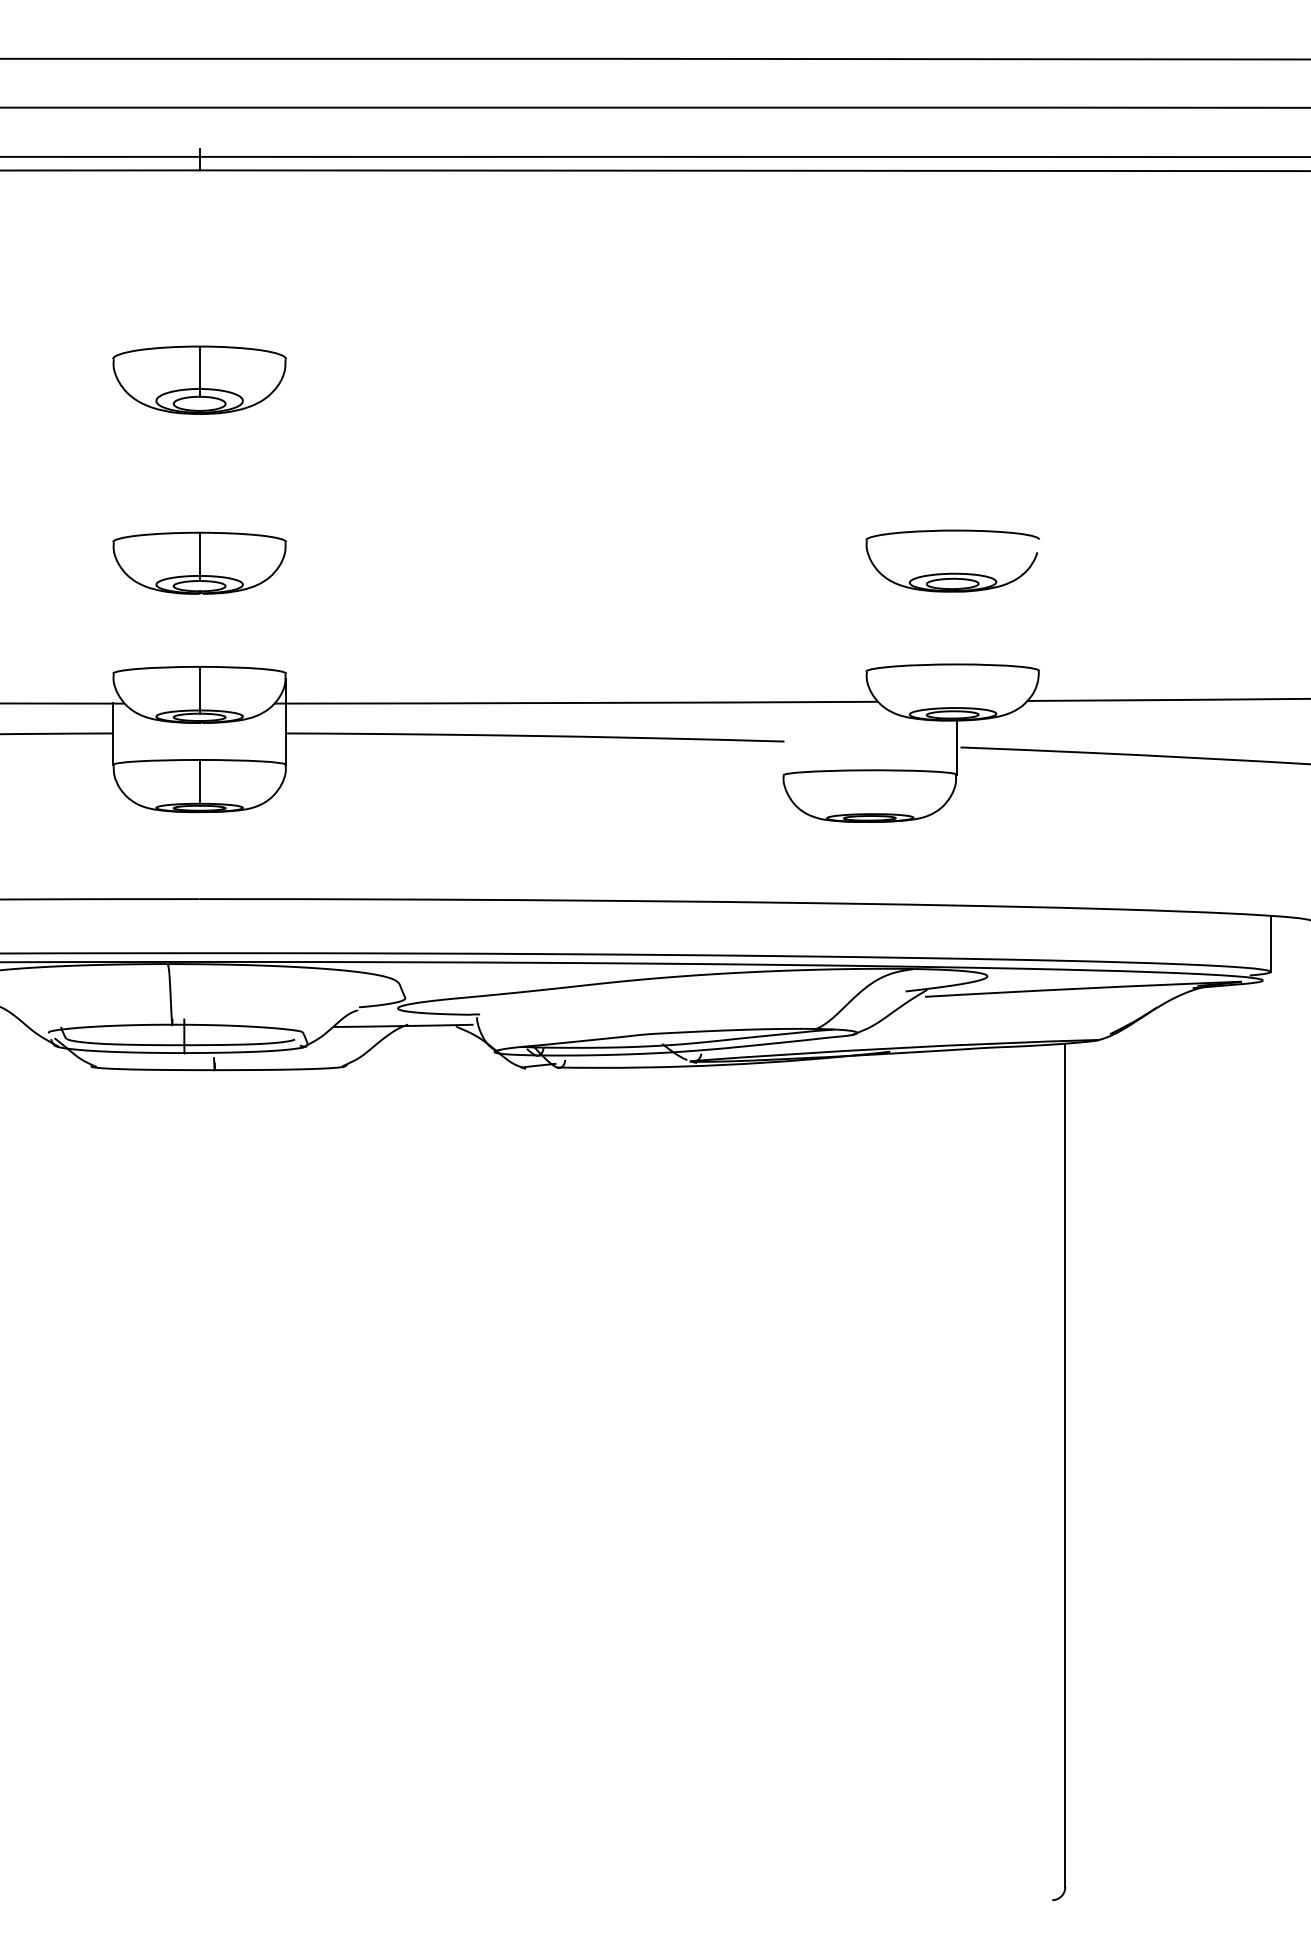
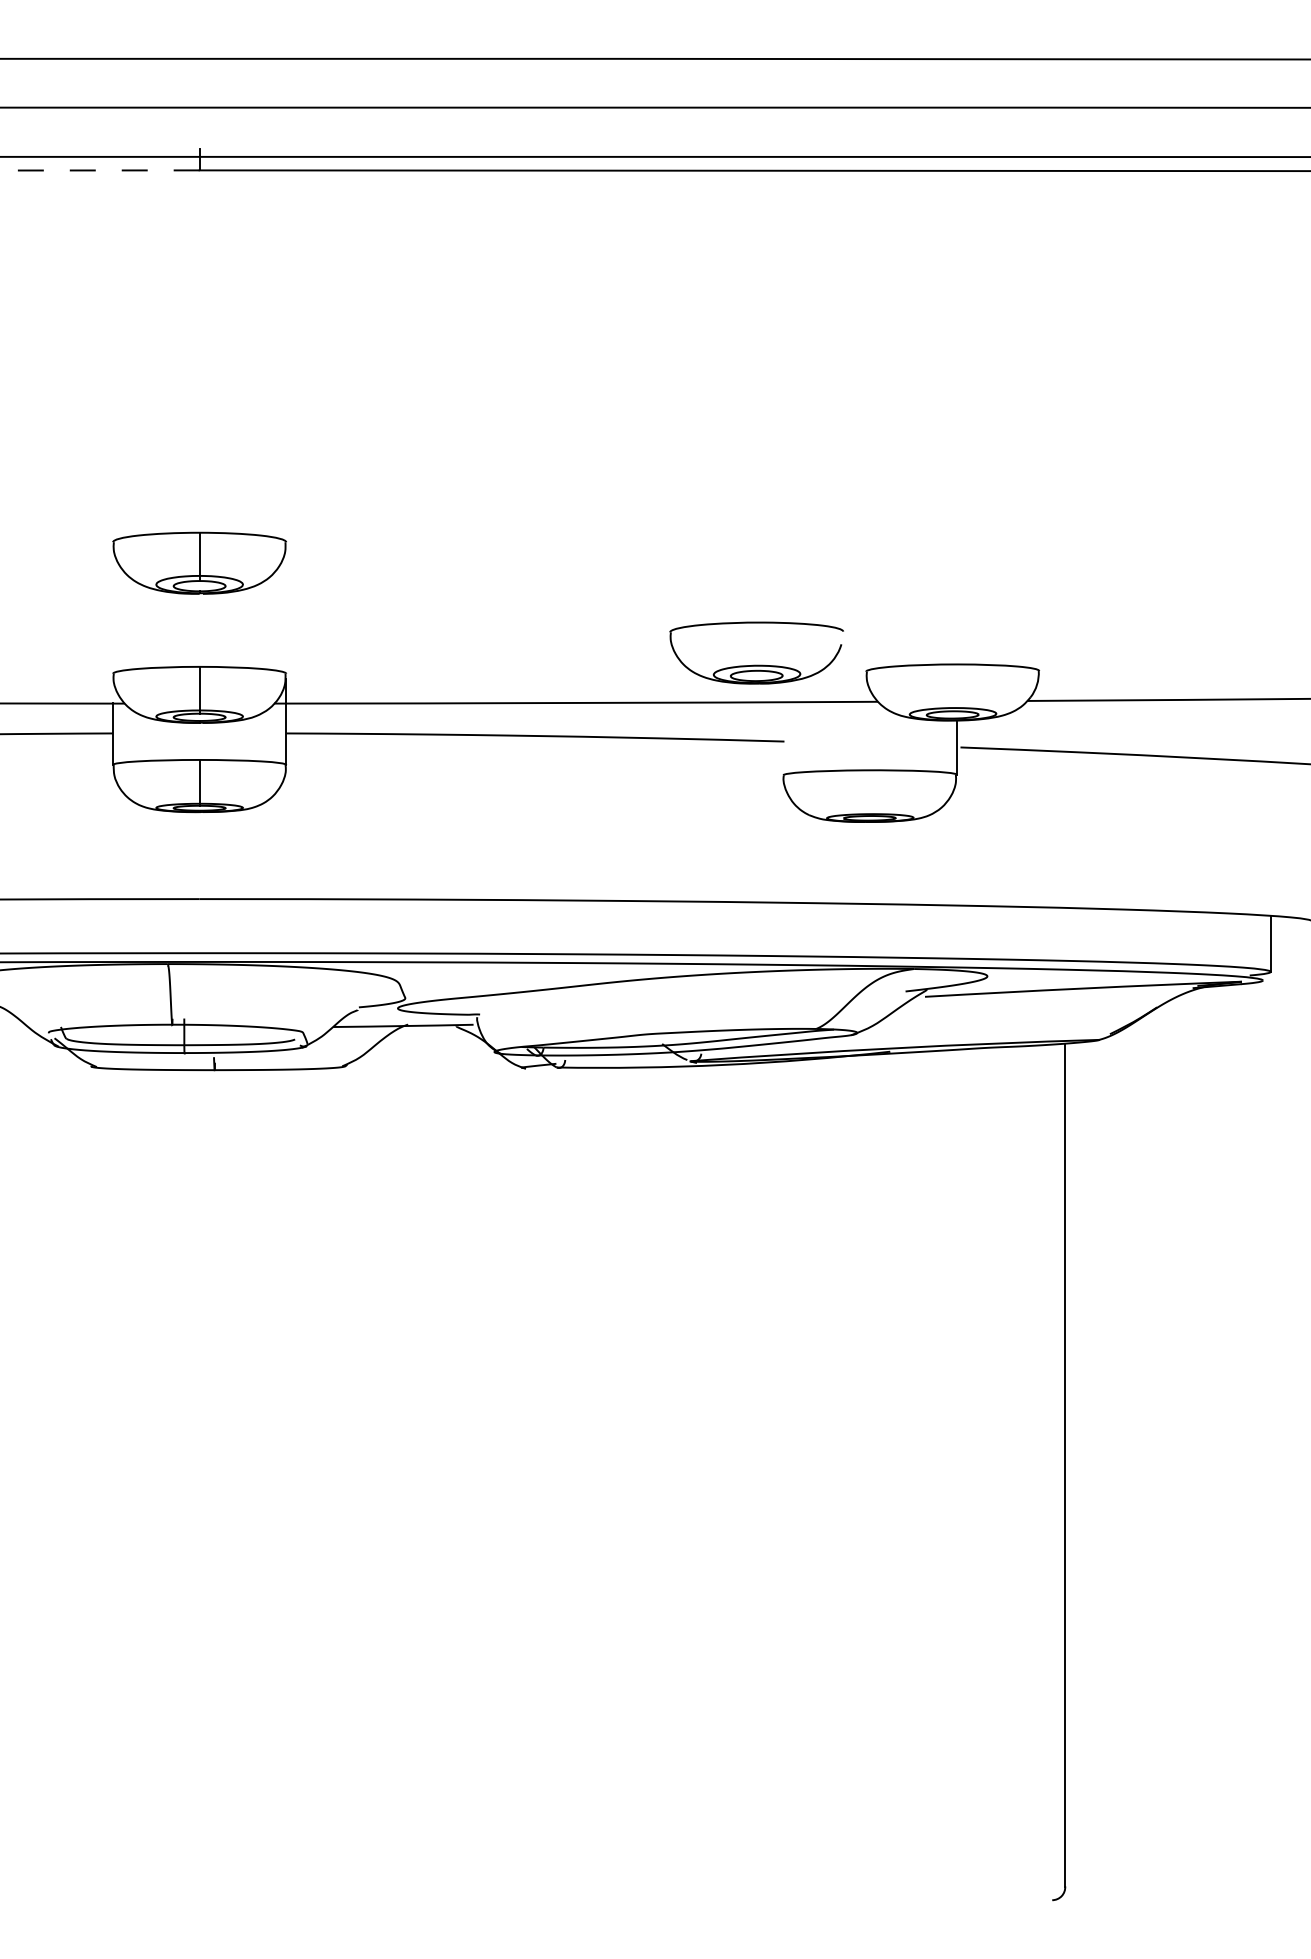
line at (99, 170): solid -> dashed
part at (199, 379): present -> none
part at (952, 572) position: (952, 572) -> (756, 664)
